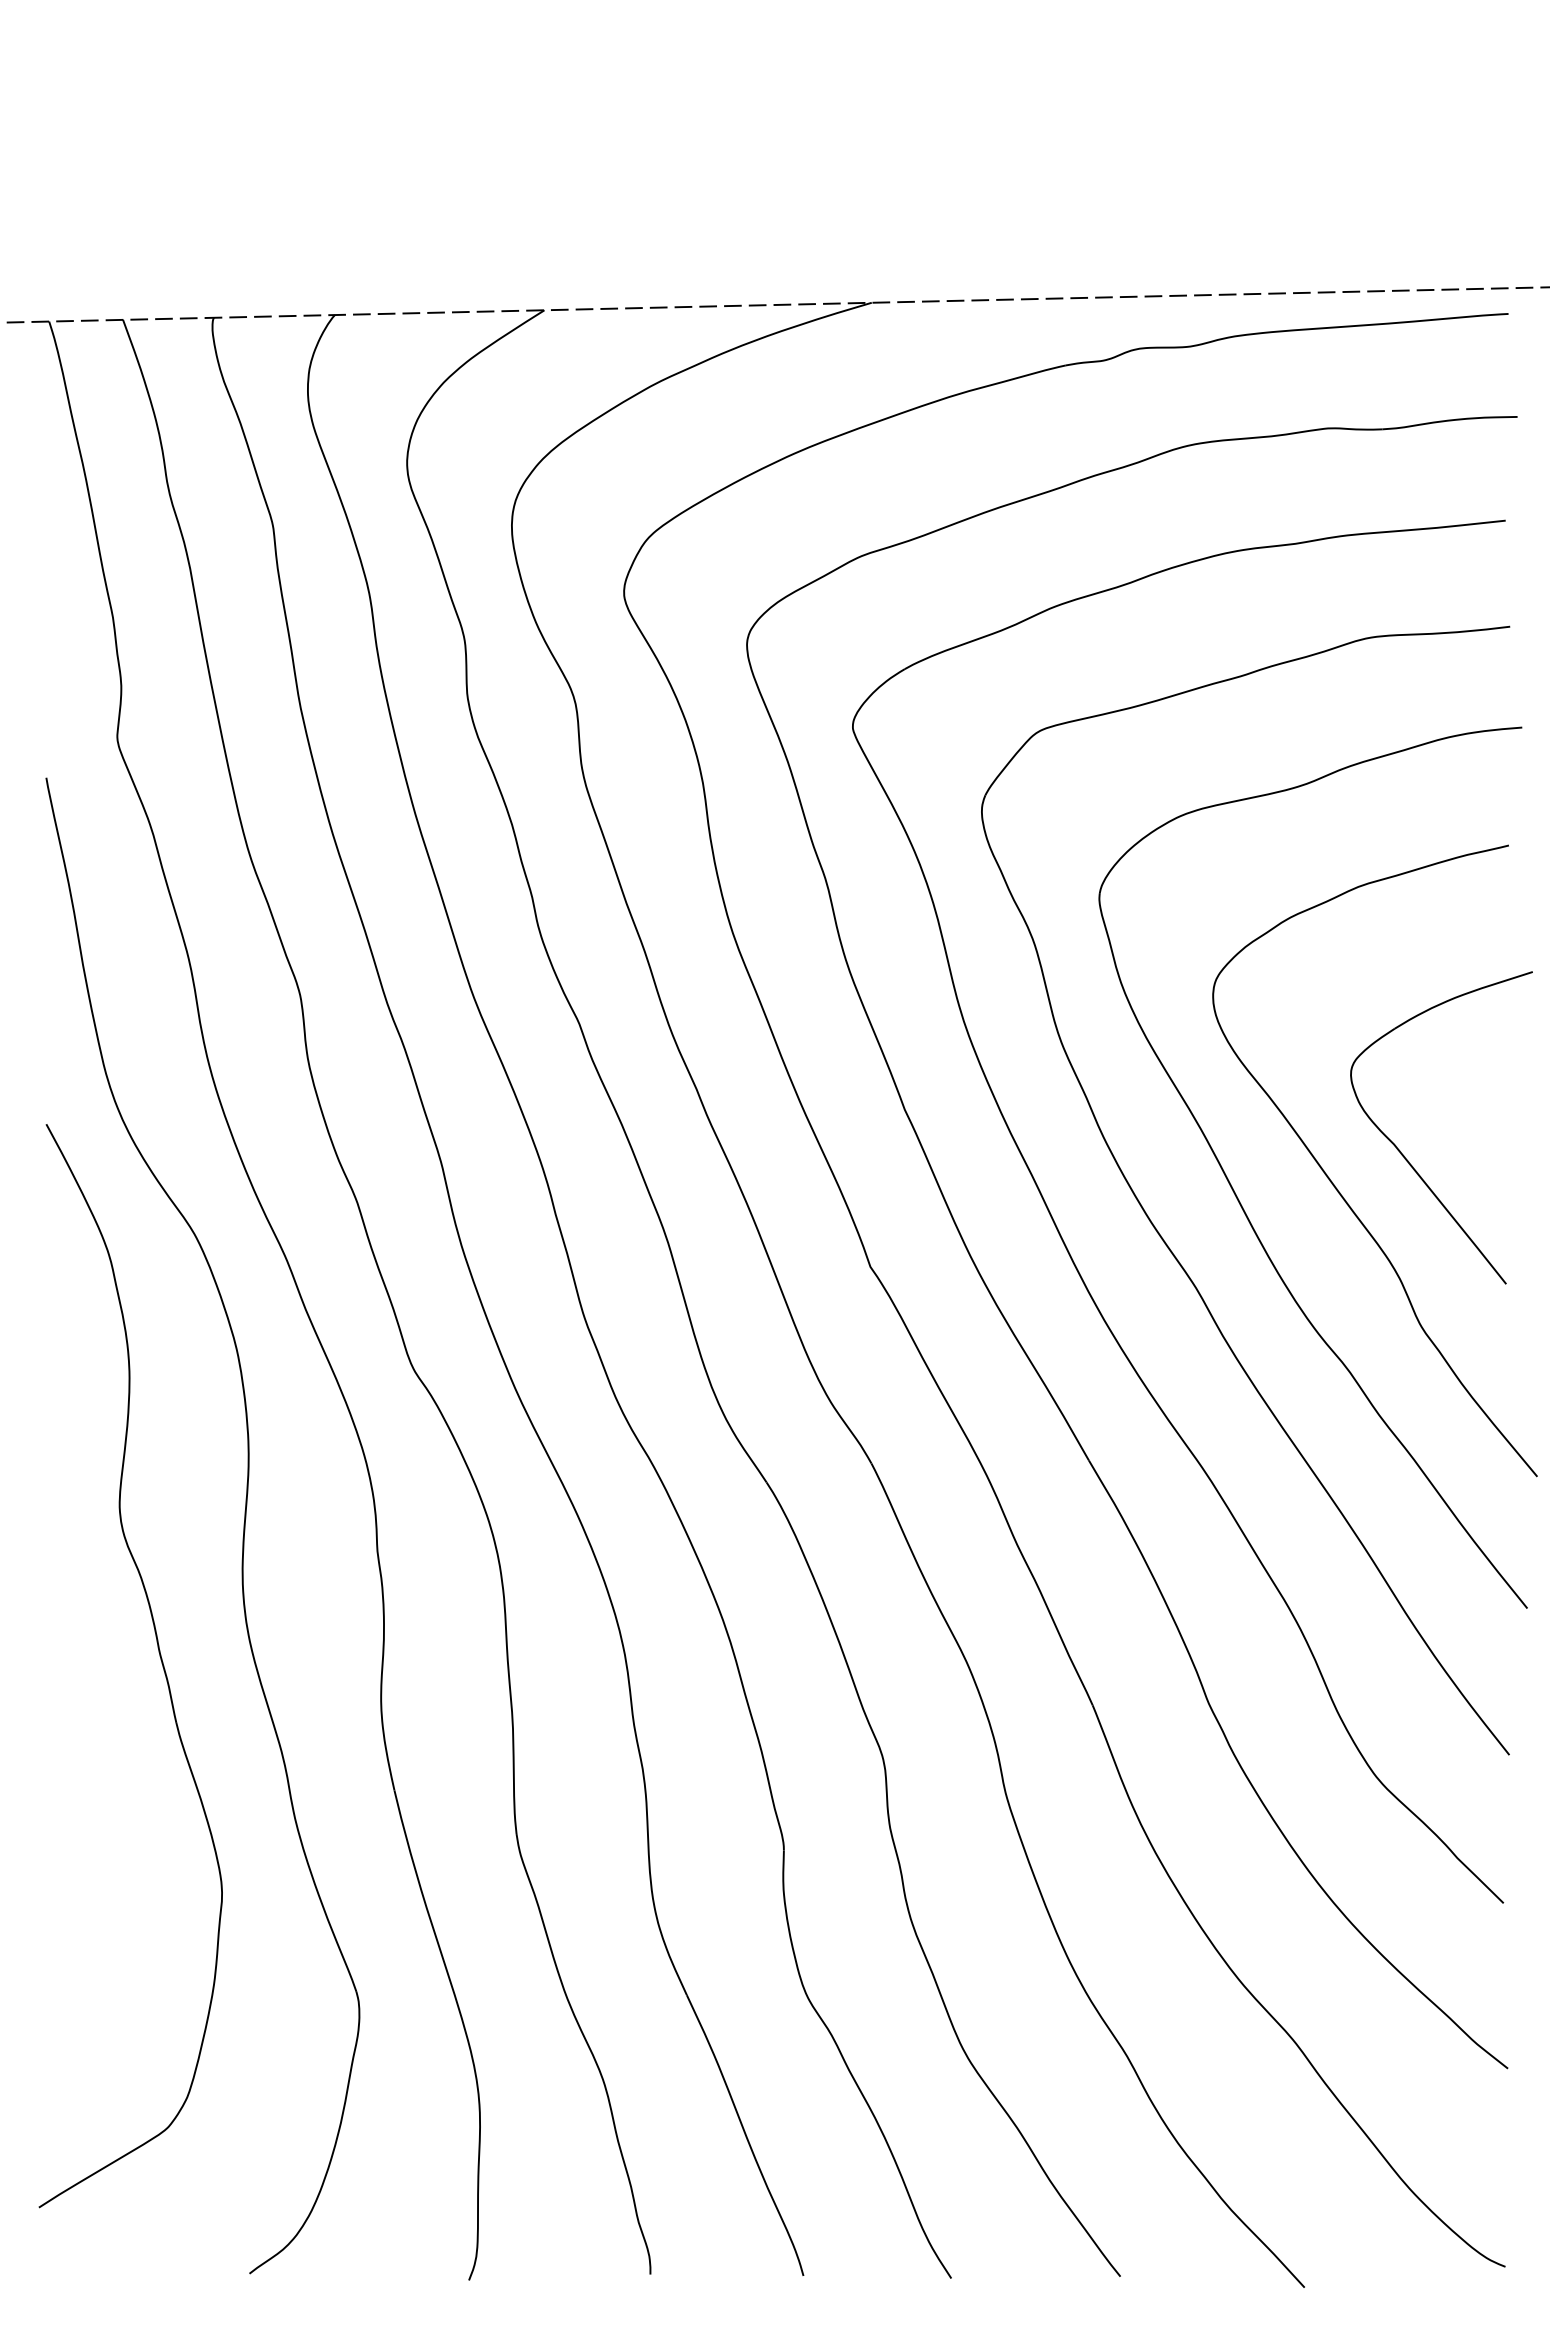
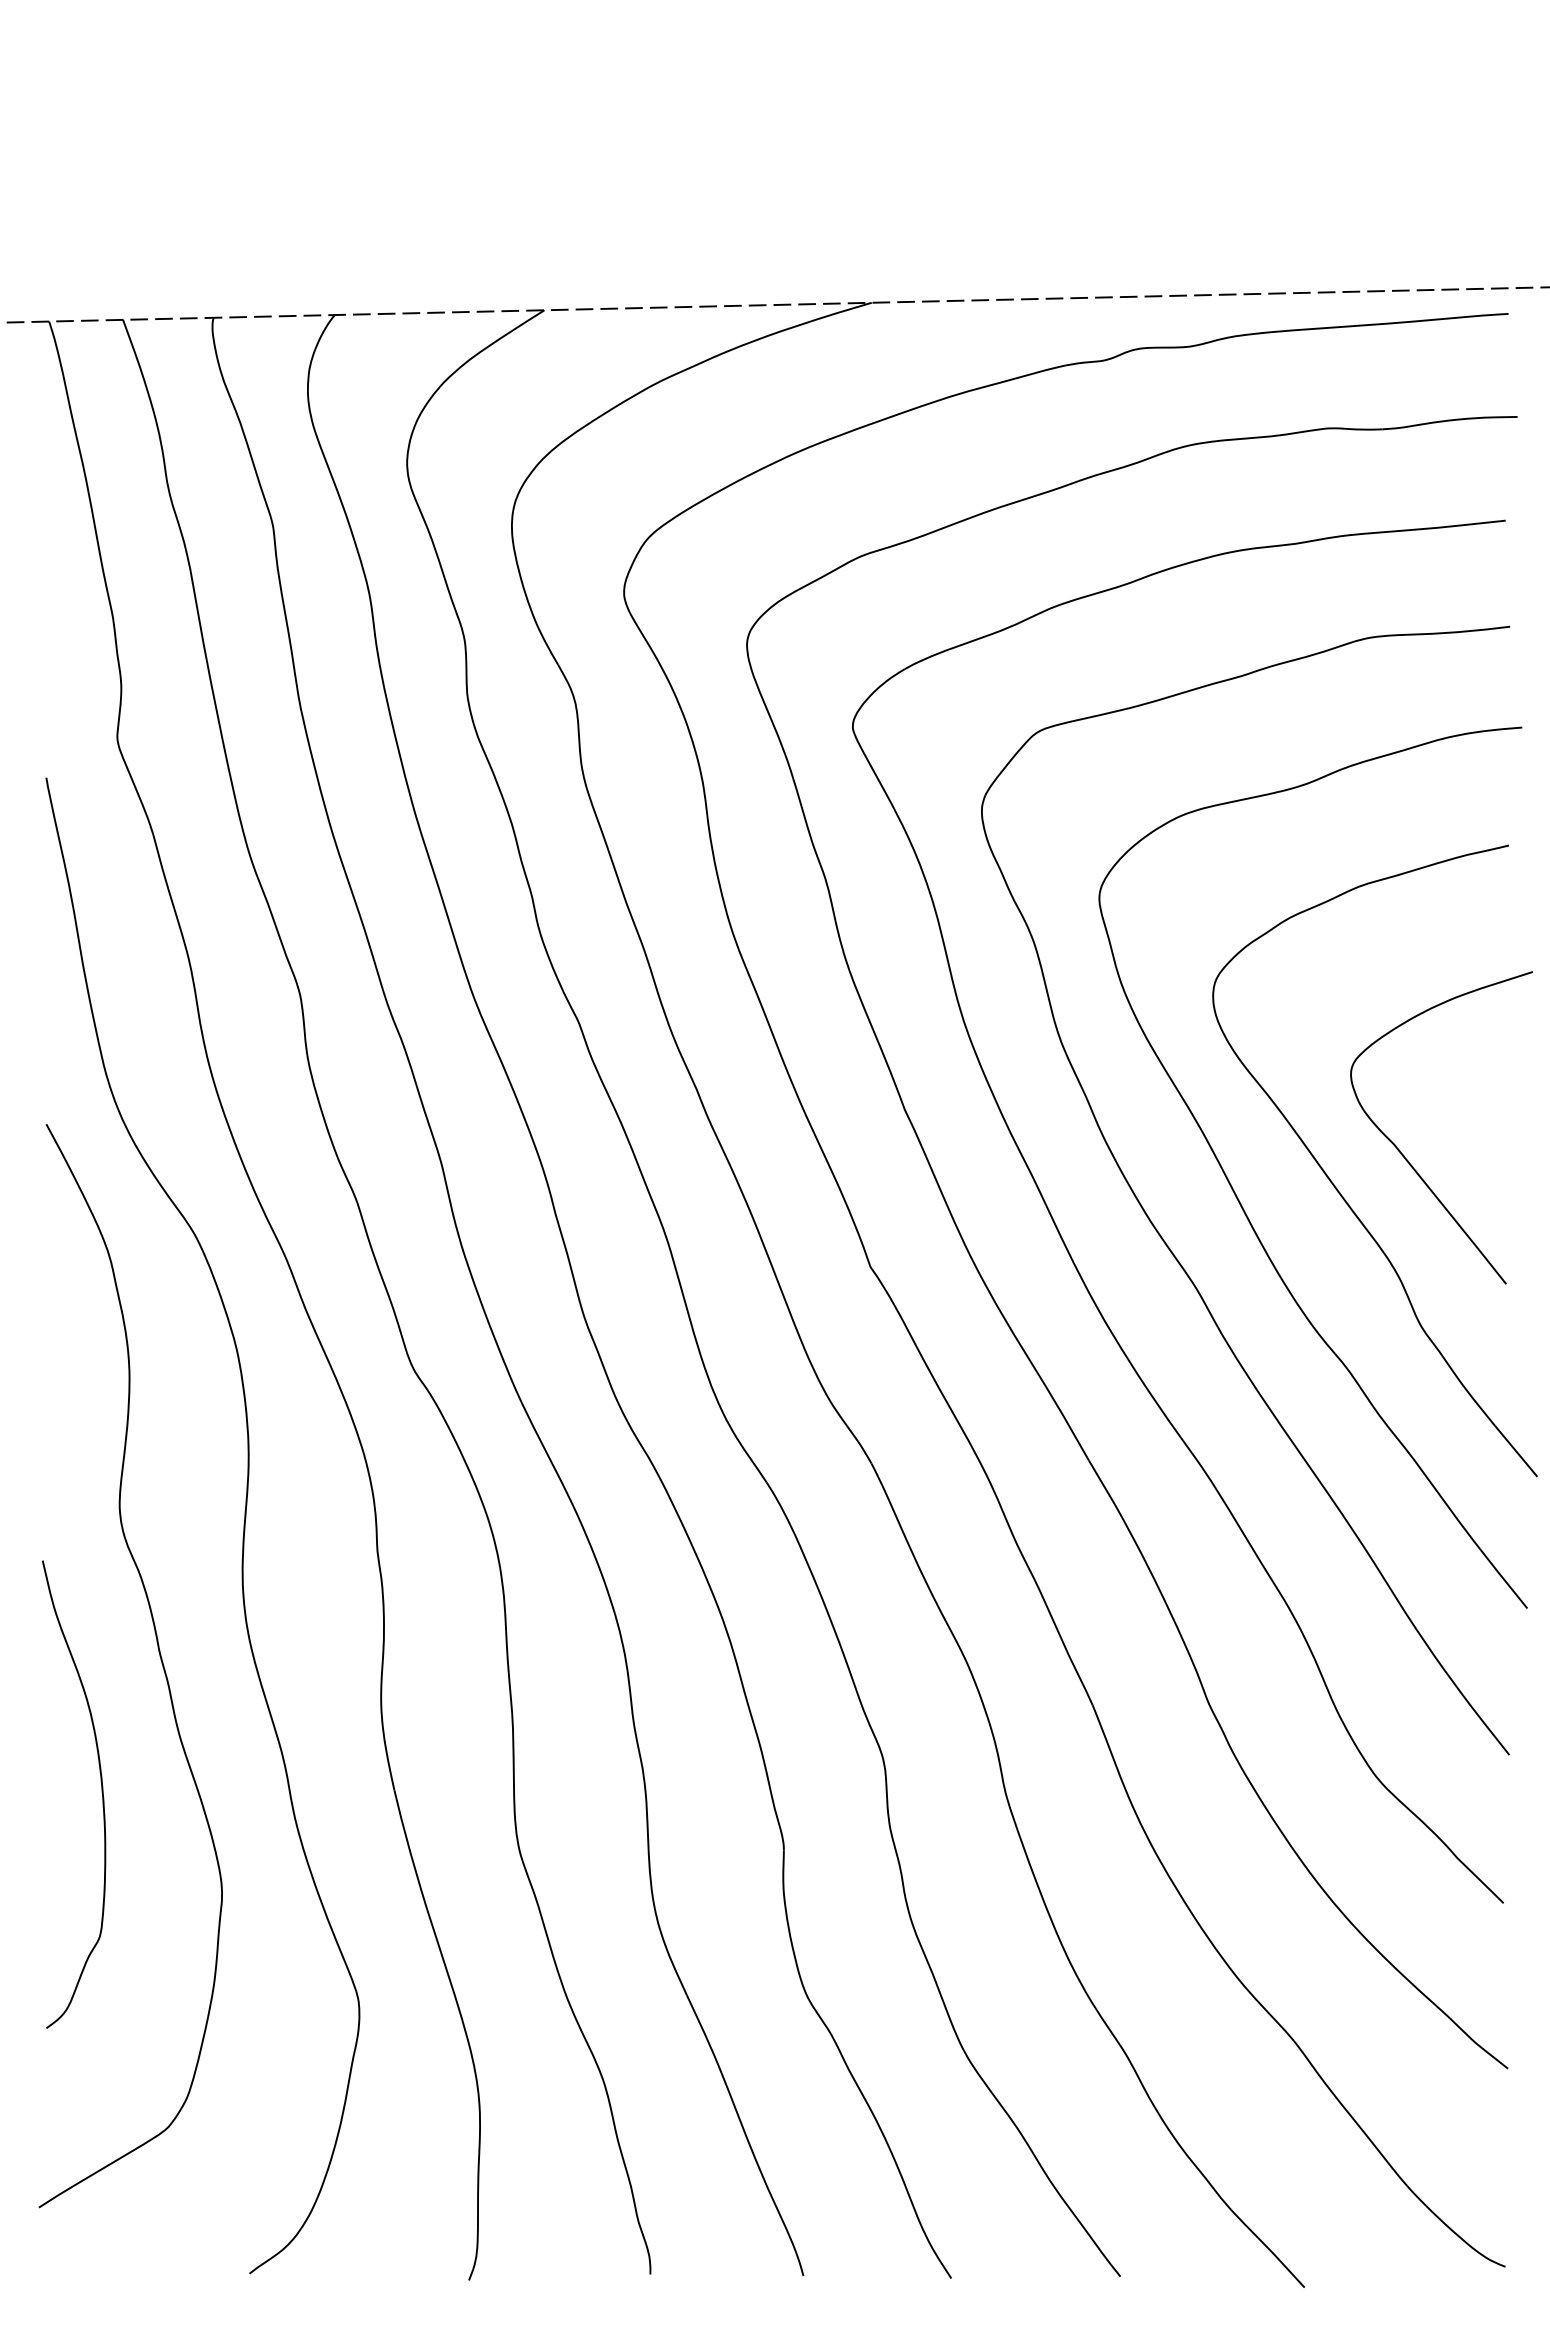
part at (101, 1793): none -> present
